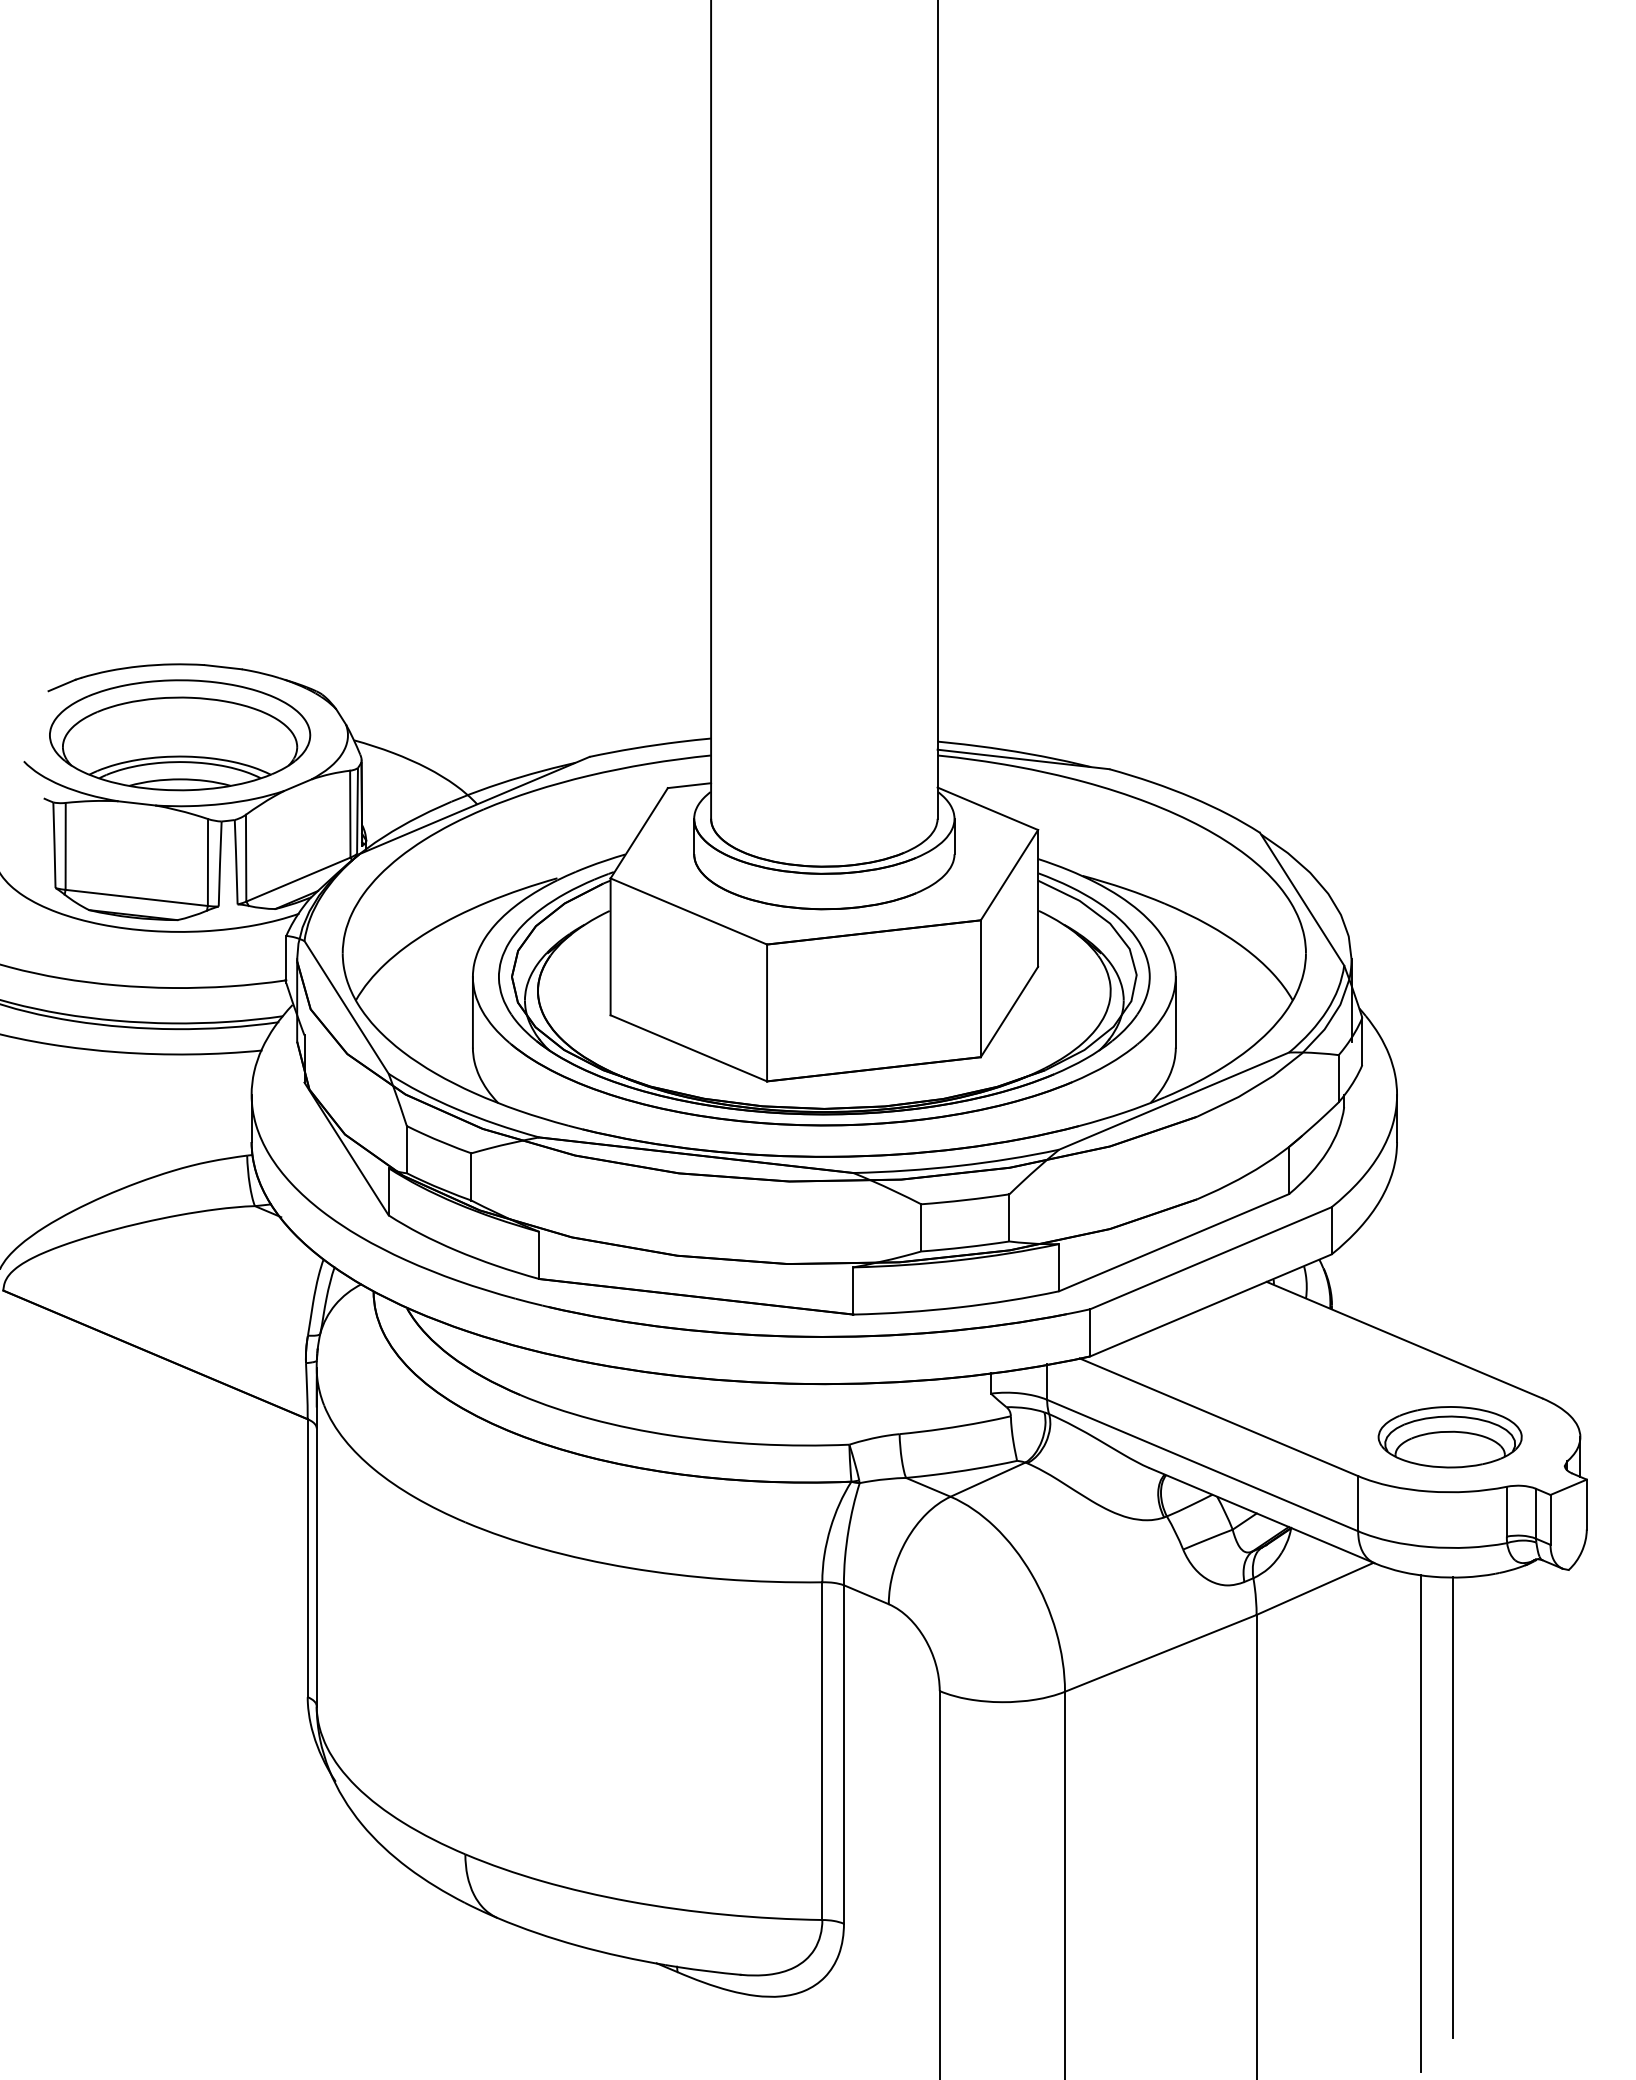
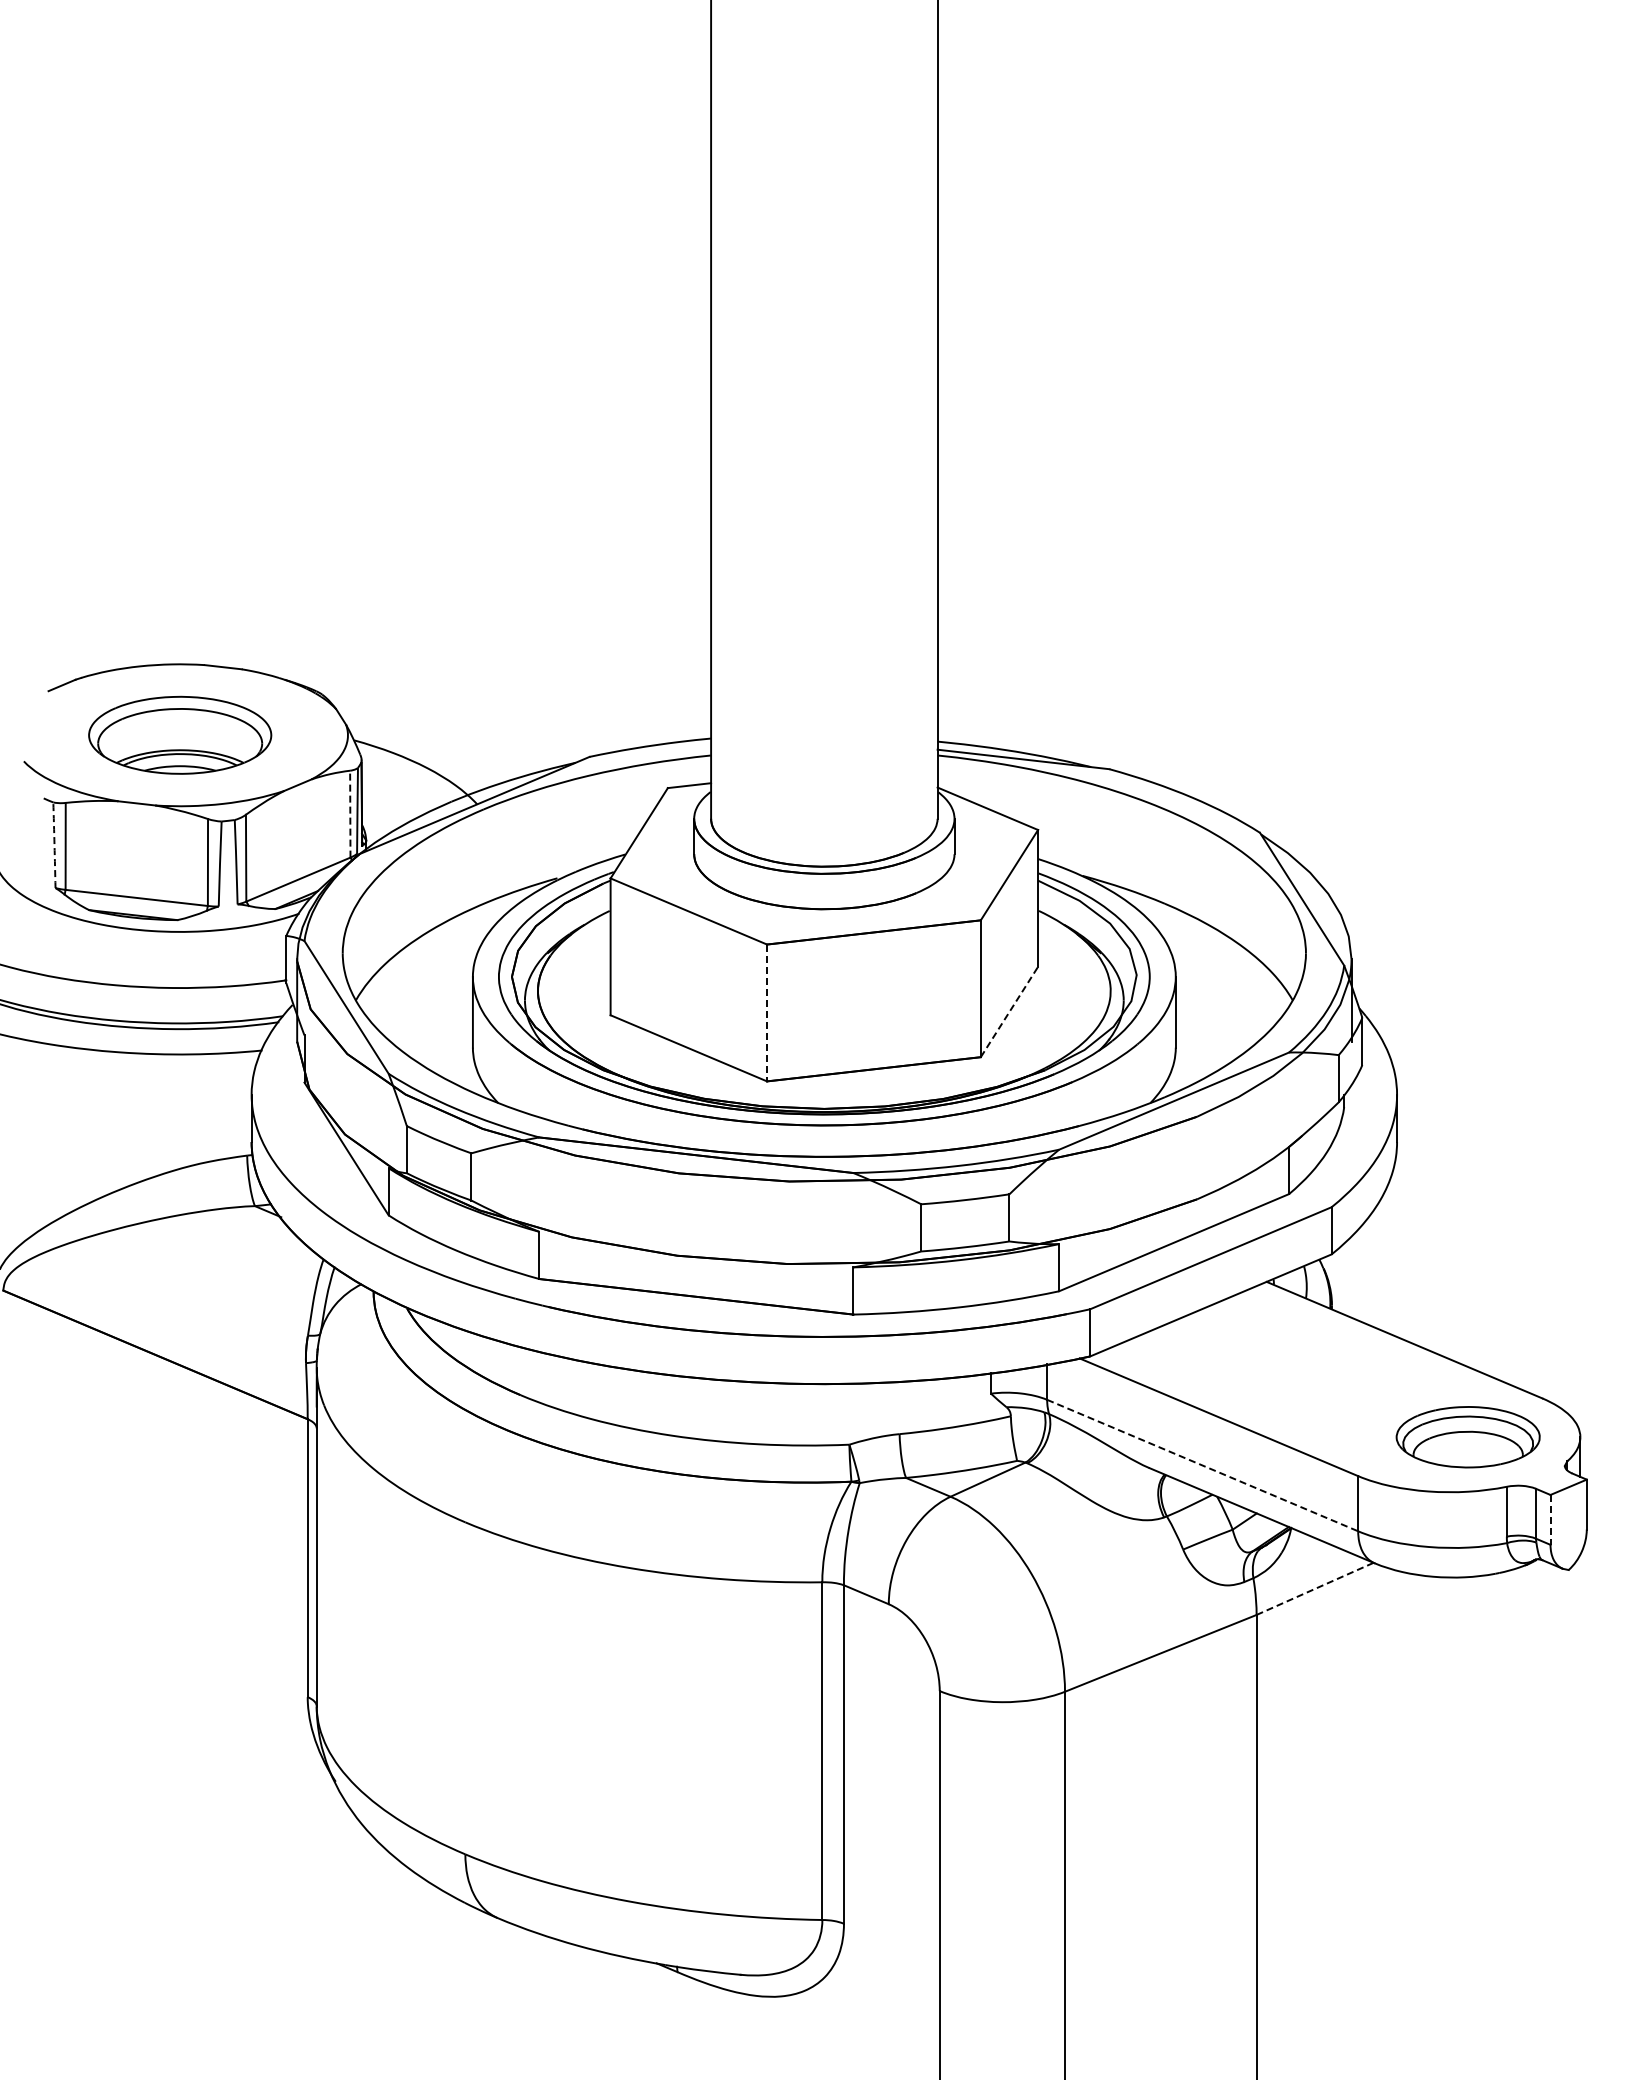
part at (180, 735) size: 263x113 px -> 185x80 px
line at (350, 813): solid -> dashed
arc at (54, 845): solid -> dashed
line at (1009, 1011): solid -> dashed
line at (767, 1013): solid -> dashed
part at (1449, 1437) position: (1449, 1437) -> (1467, 1437)
line at (1202, 1465): solid -> dashed
line at (1550, 1519): solid -> dashed
line at (1315, 1588): solid -> dashed
line at (1452, 1807): present -> none
line at (1421, 1822): present -> none
